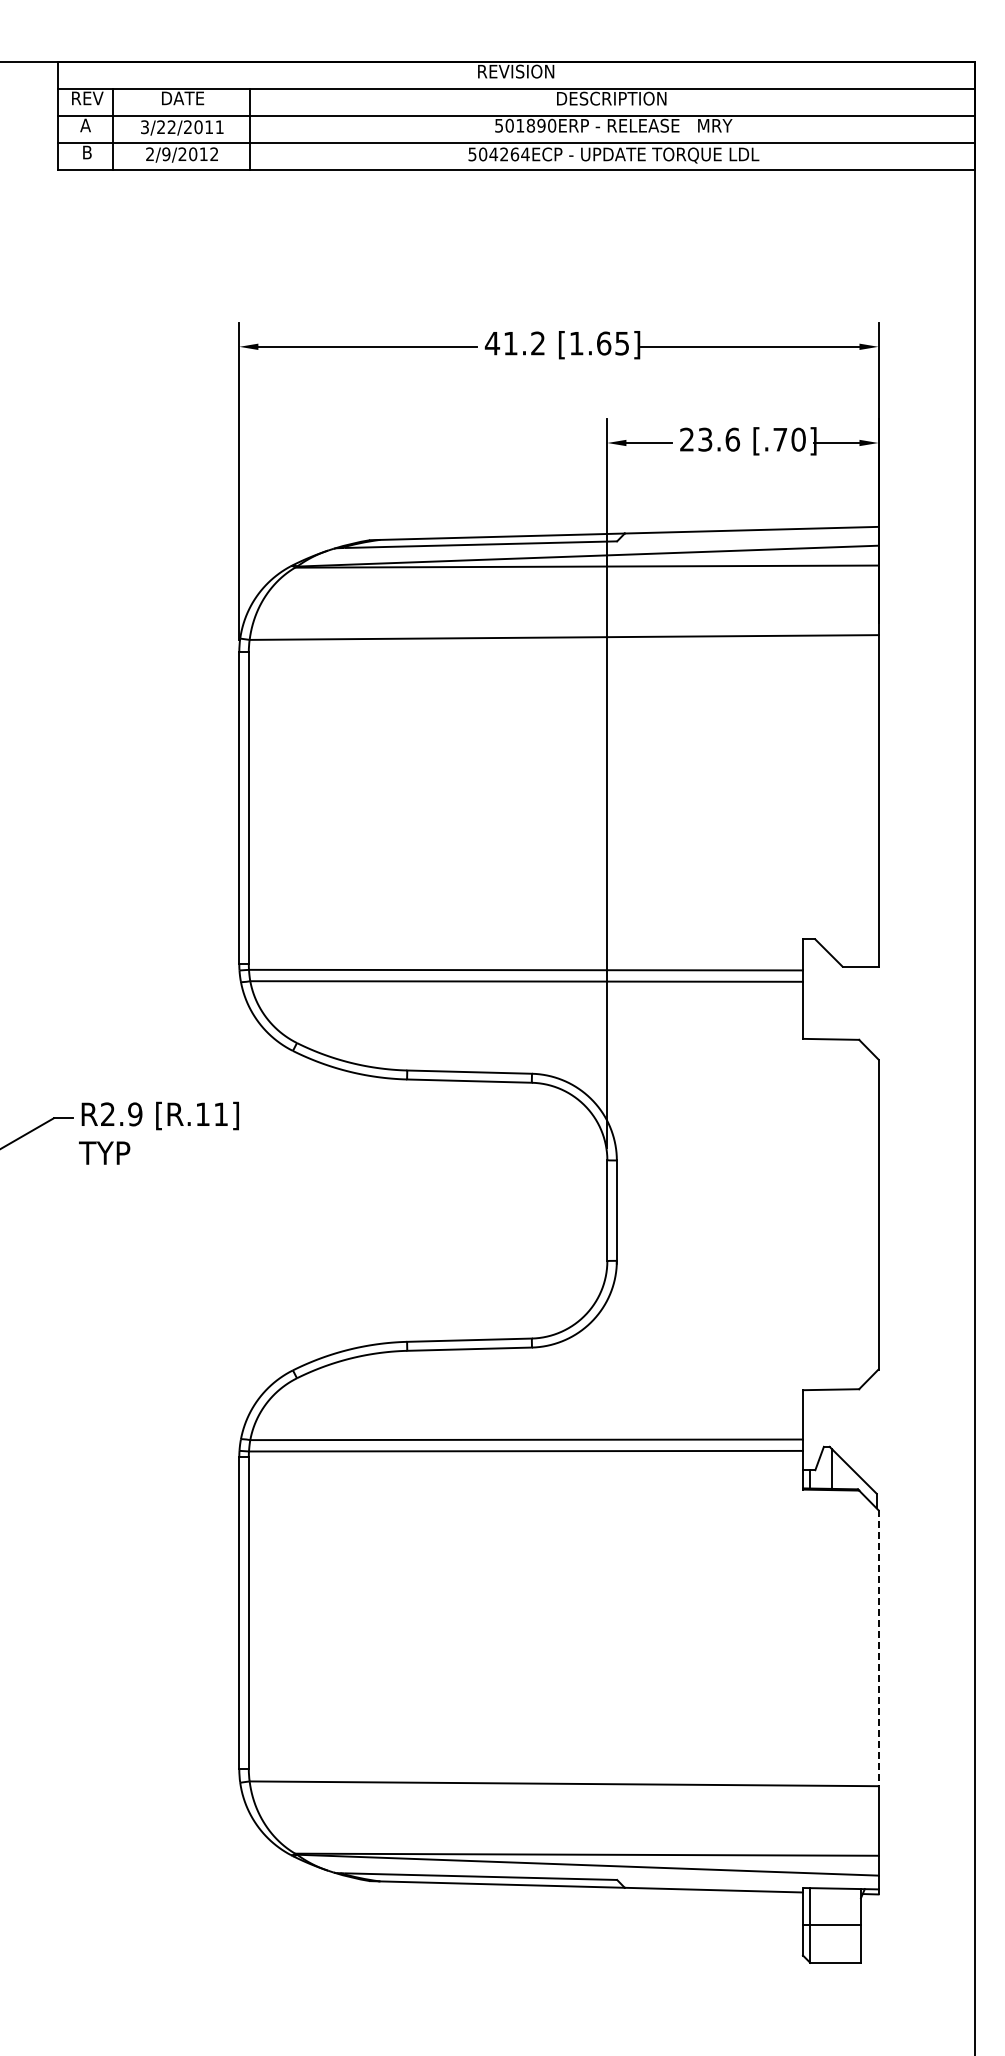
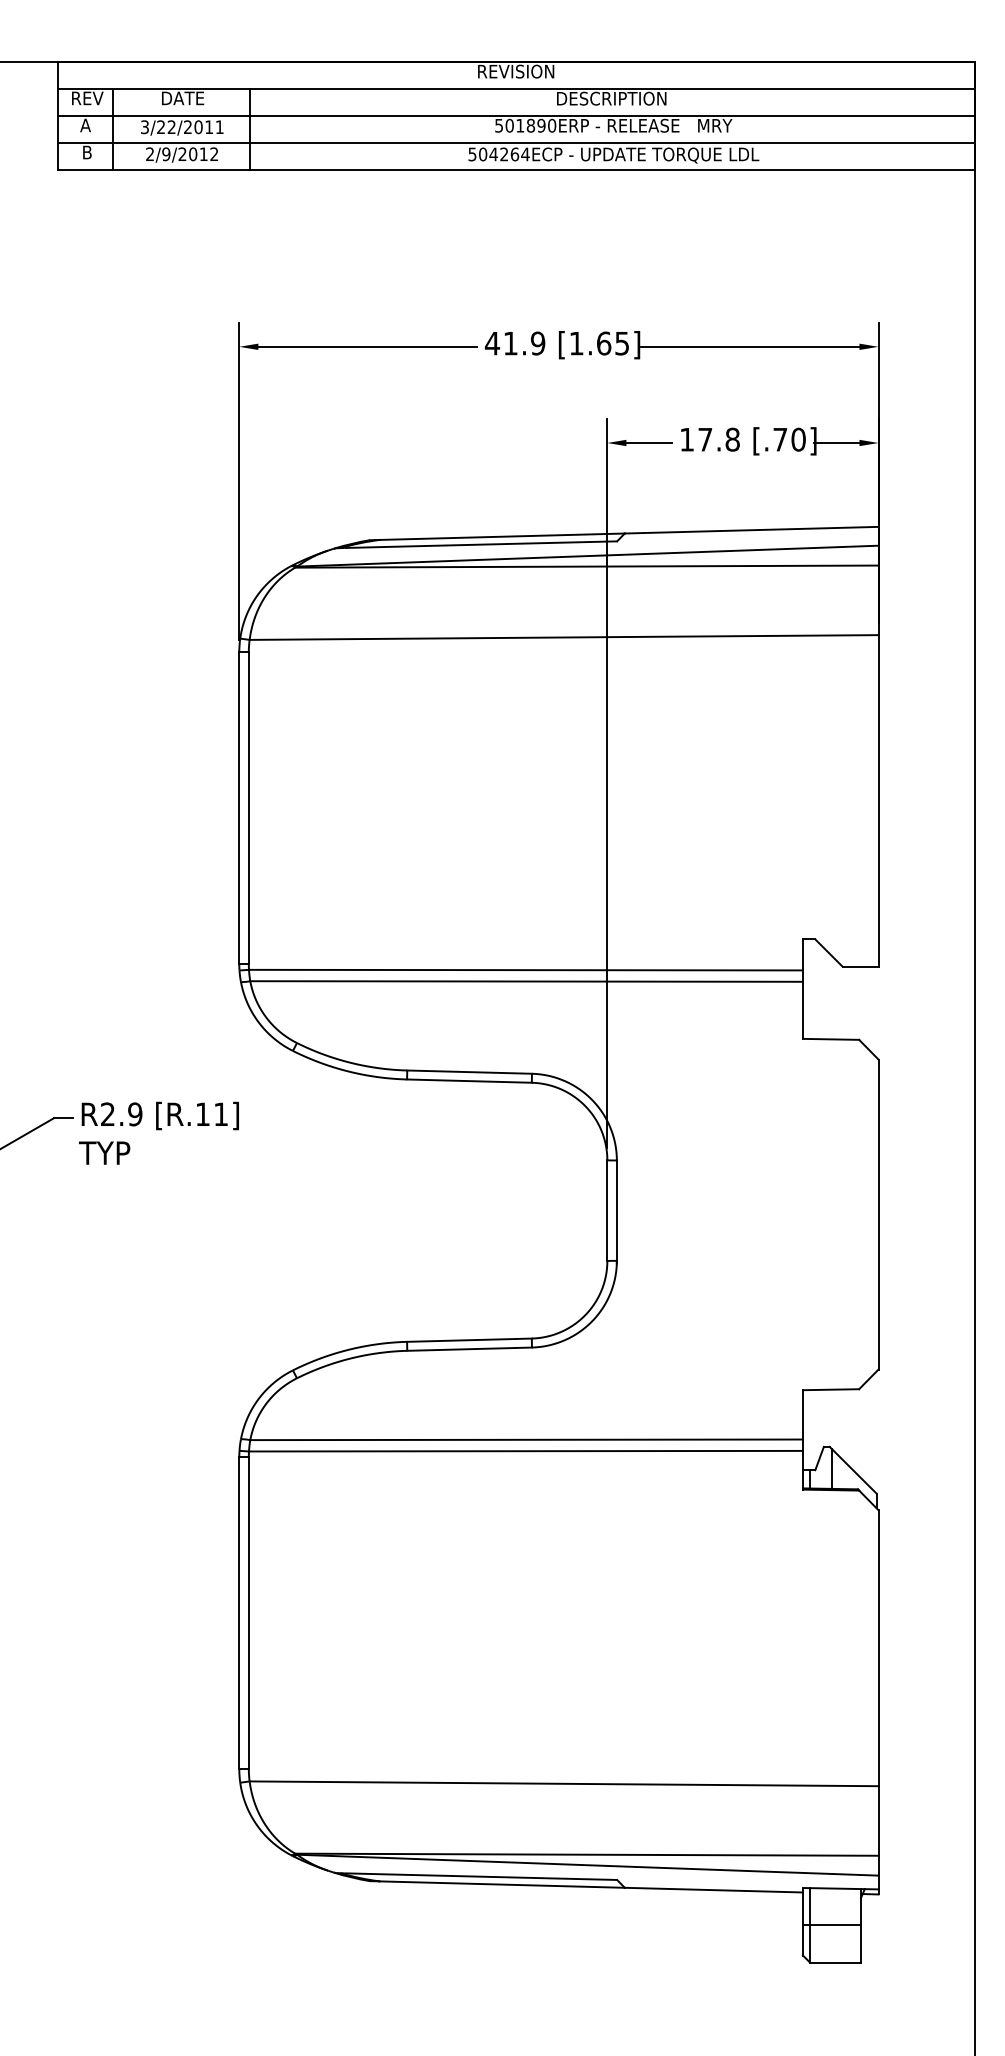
text at (537, 343): 41.2 -> 41.9
text at (710, 439): 23.6 -> 17.8
line at (878, 1648): dashed -> solid
